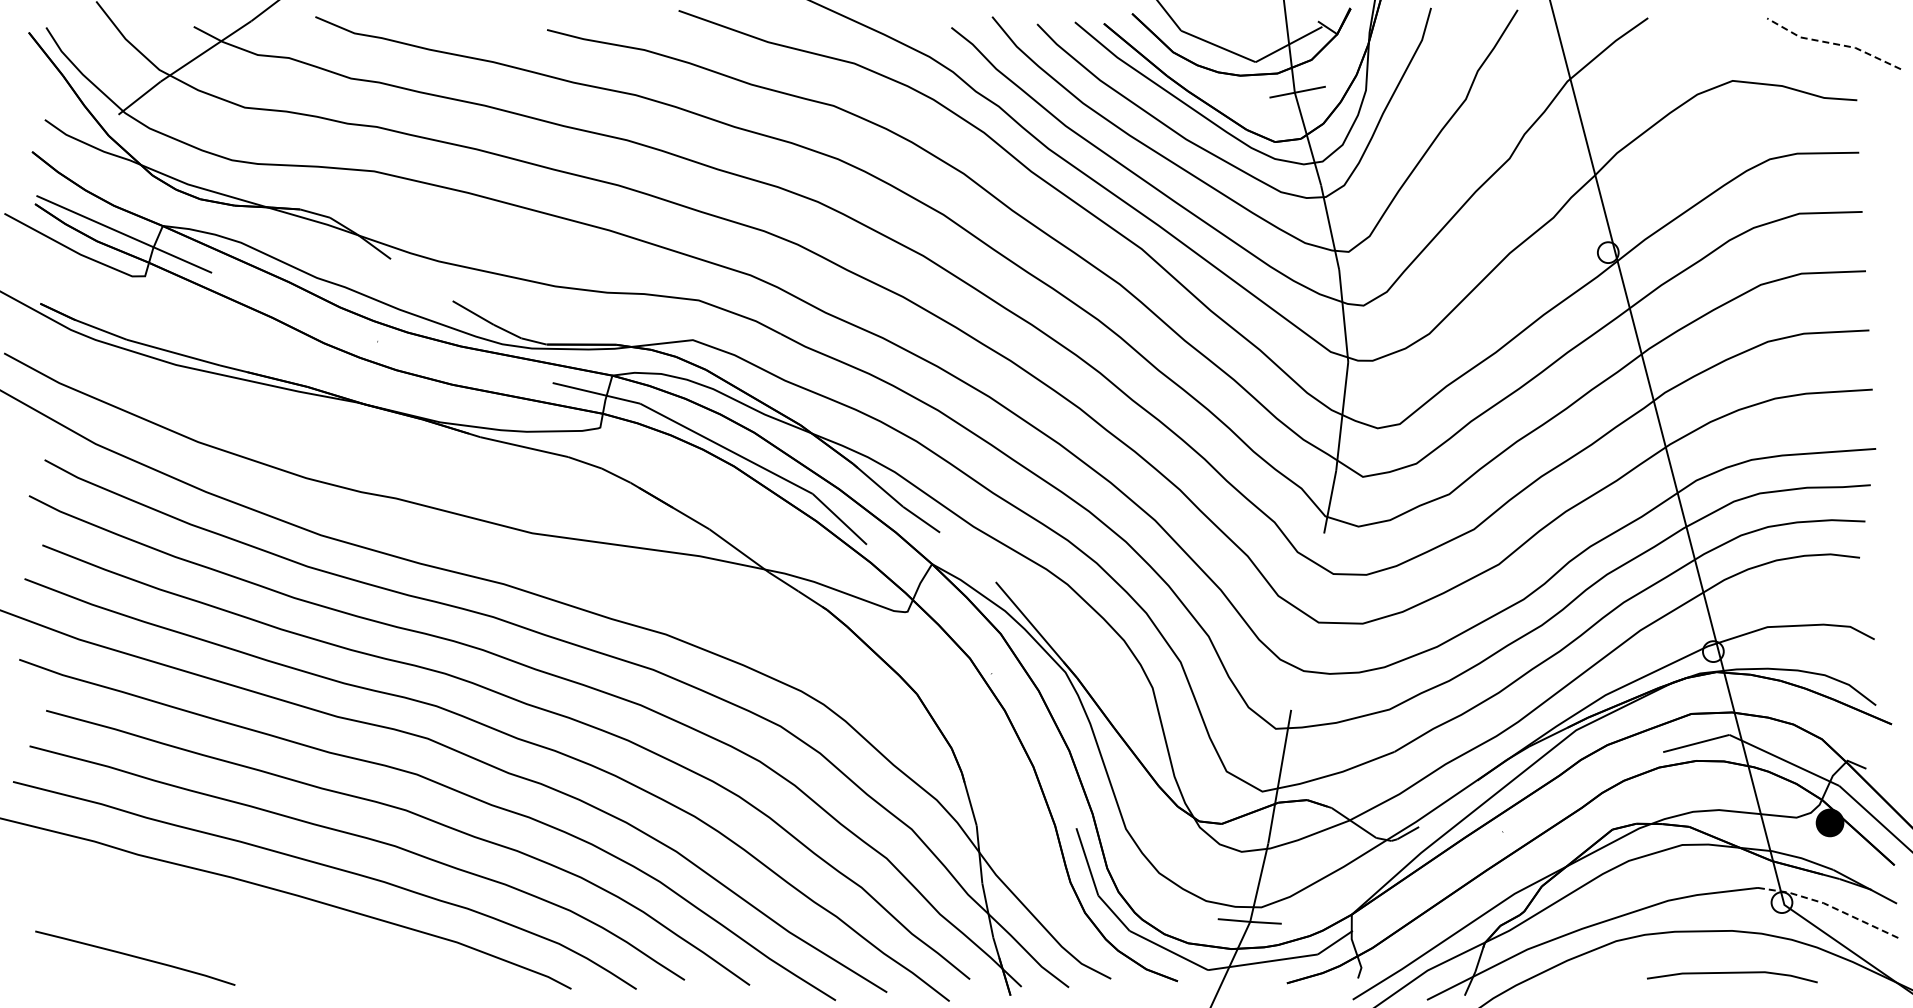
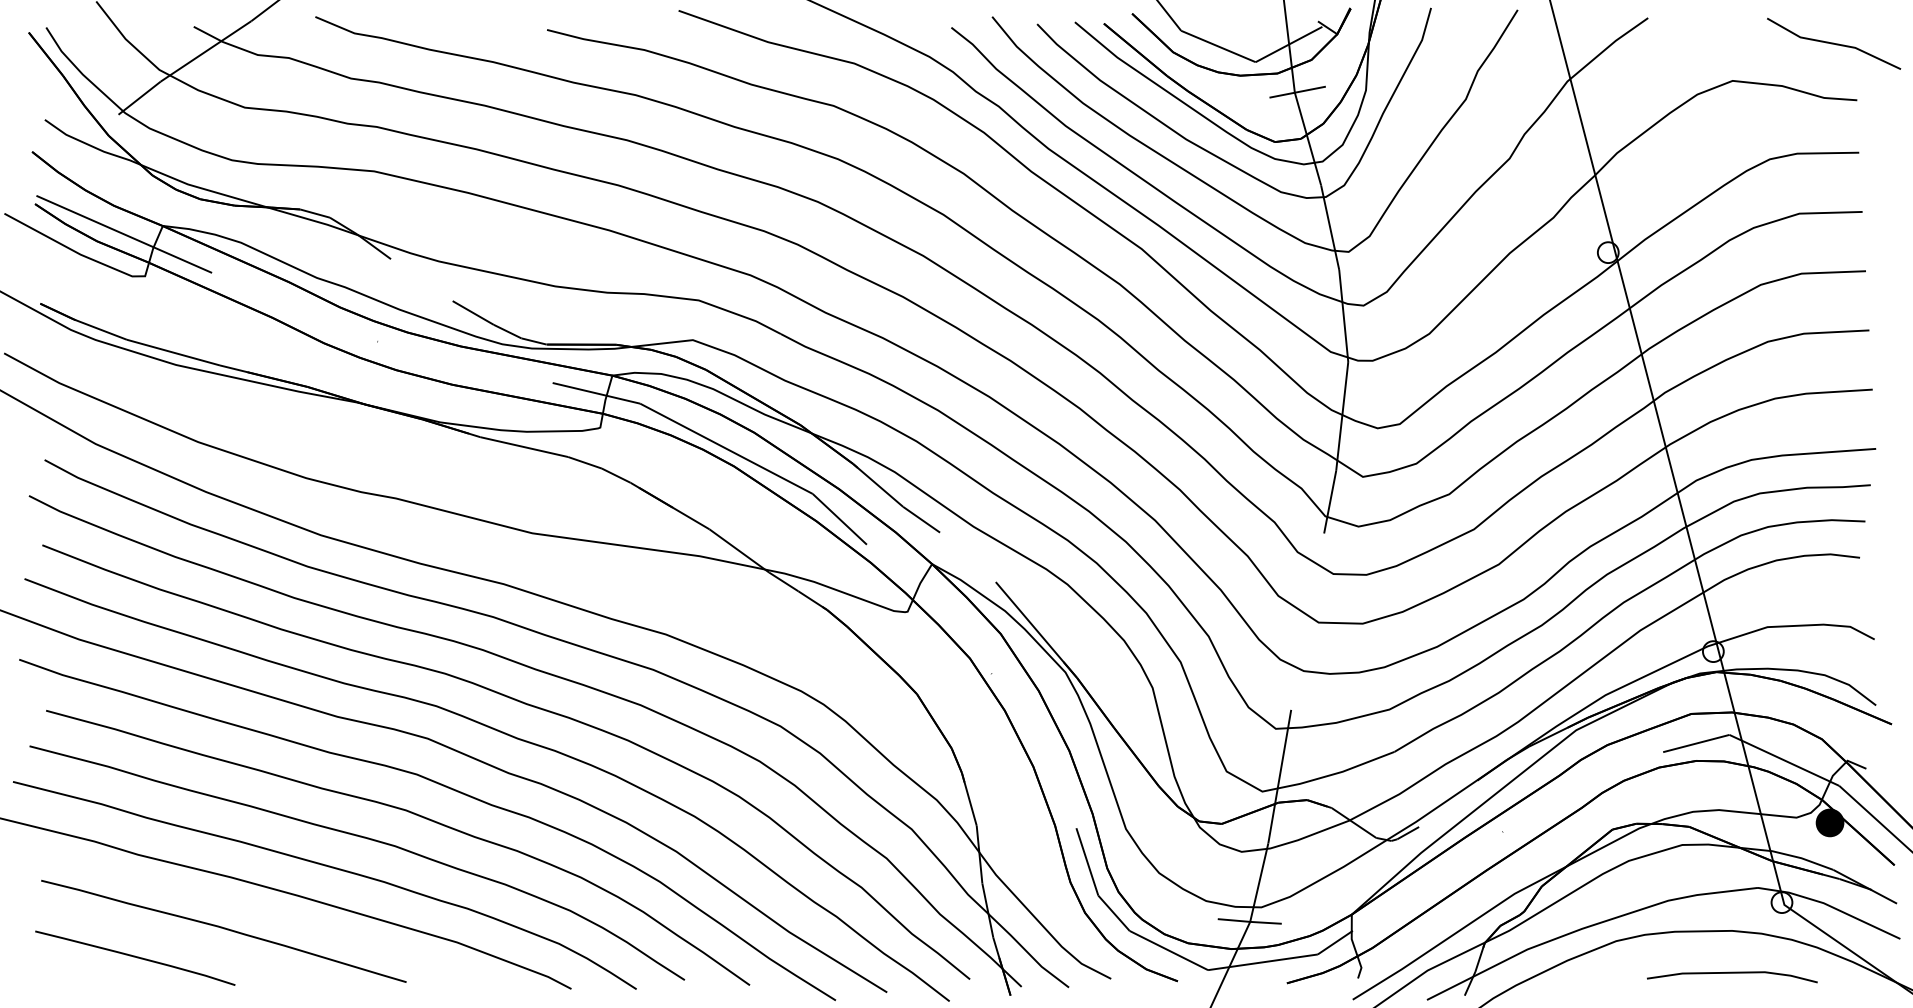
line at (1833, 43): dashed -> solid
line at (1830, 906): dashed -> solid
curve at (224, 929): none -> present
